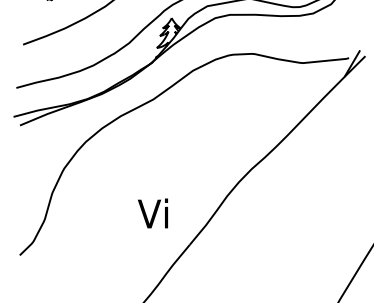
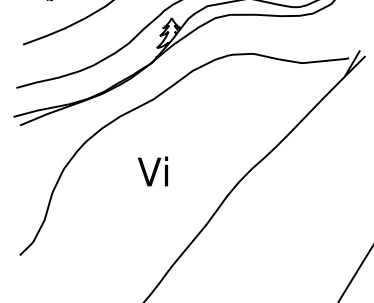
text at (152, 213) position: (152, 213) -> (152, 171)
